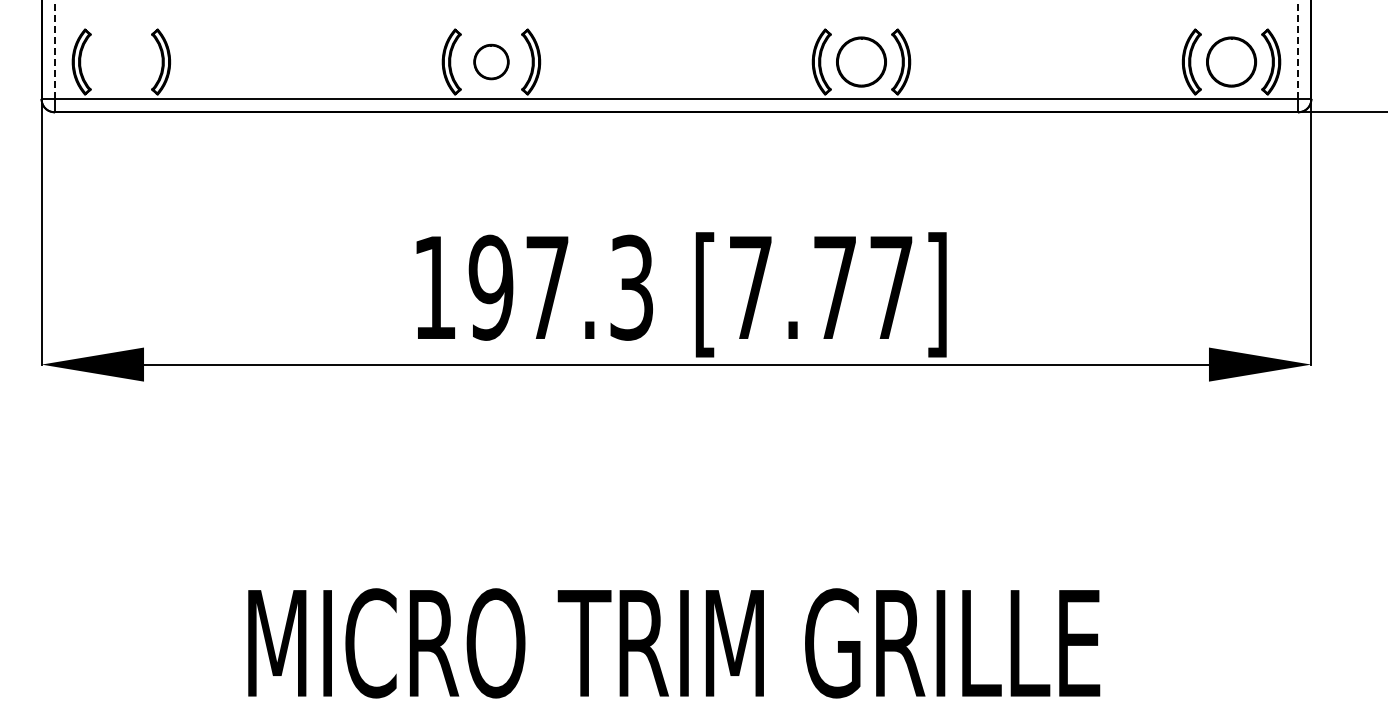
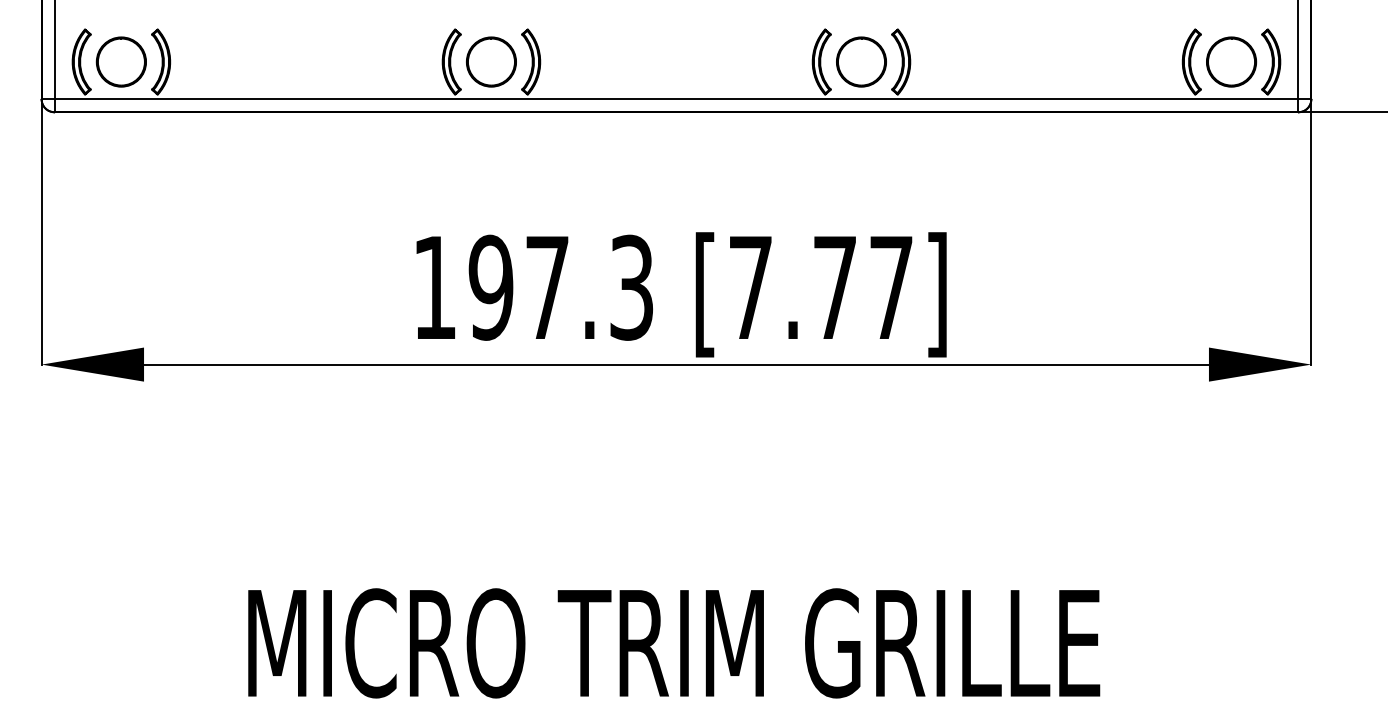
line at (54, 49): dashed -> solid
line at (1298, 49): dashed -> solid
part at (120, 61): none -> present
circle at (491, 61) size: 37x38 px -> 51x52 px
